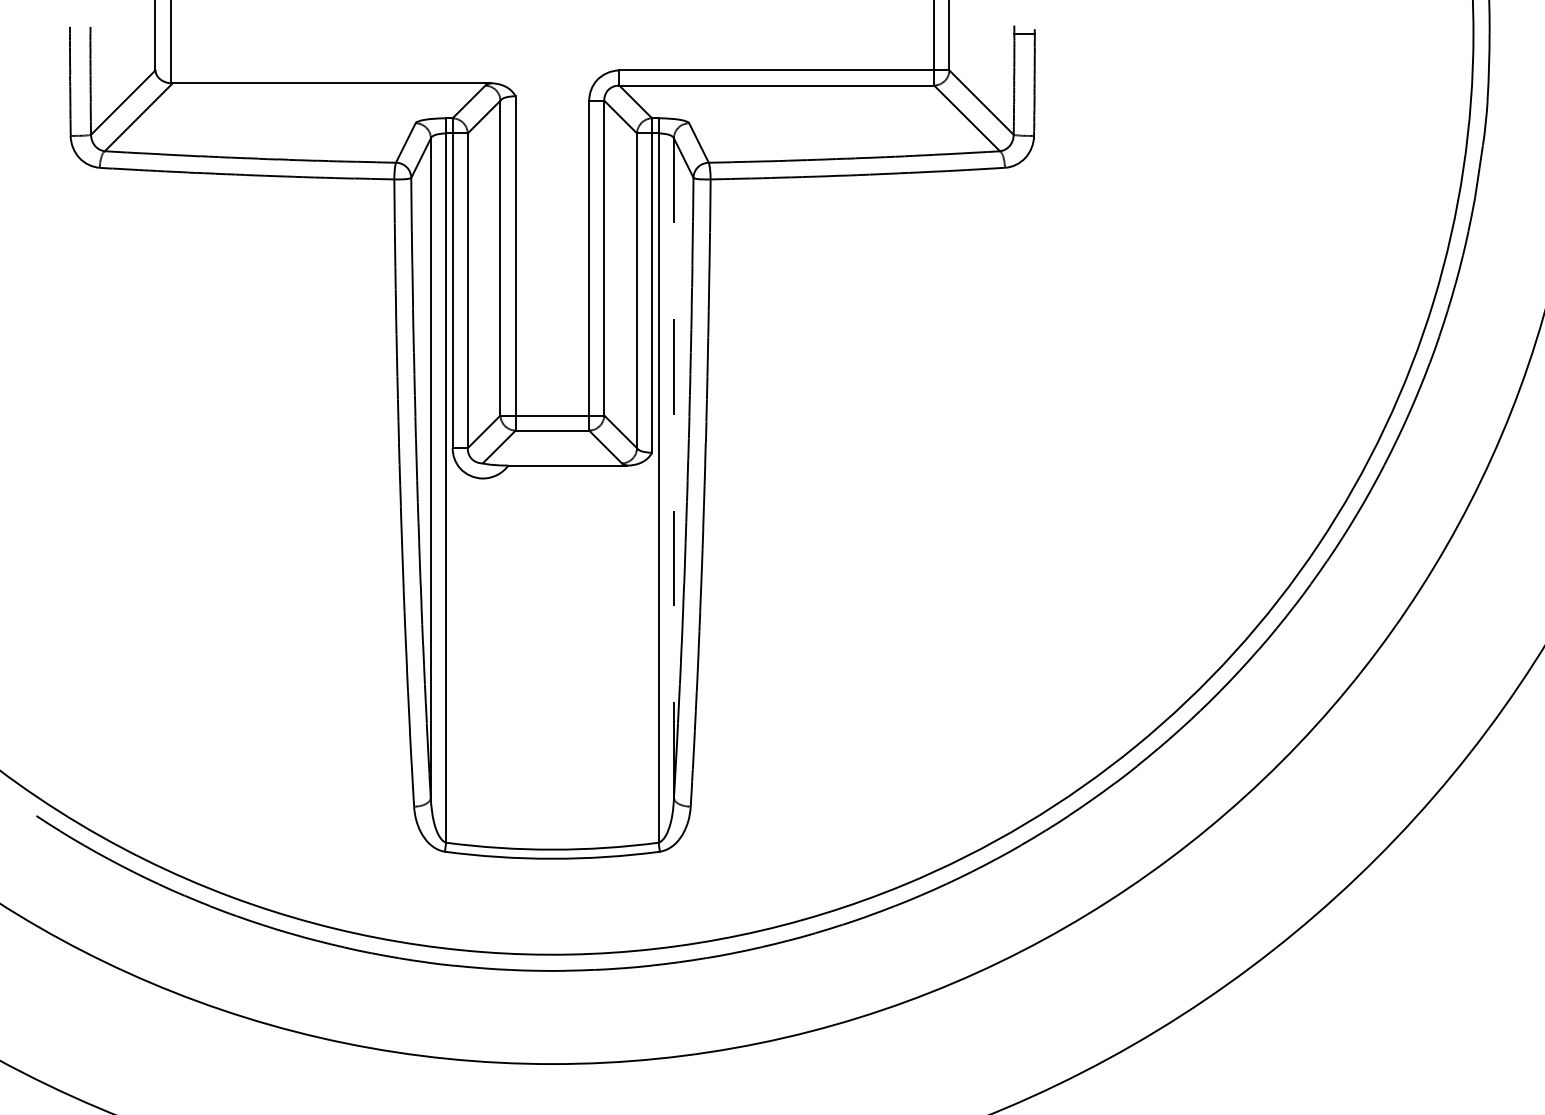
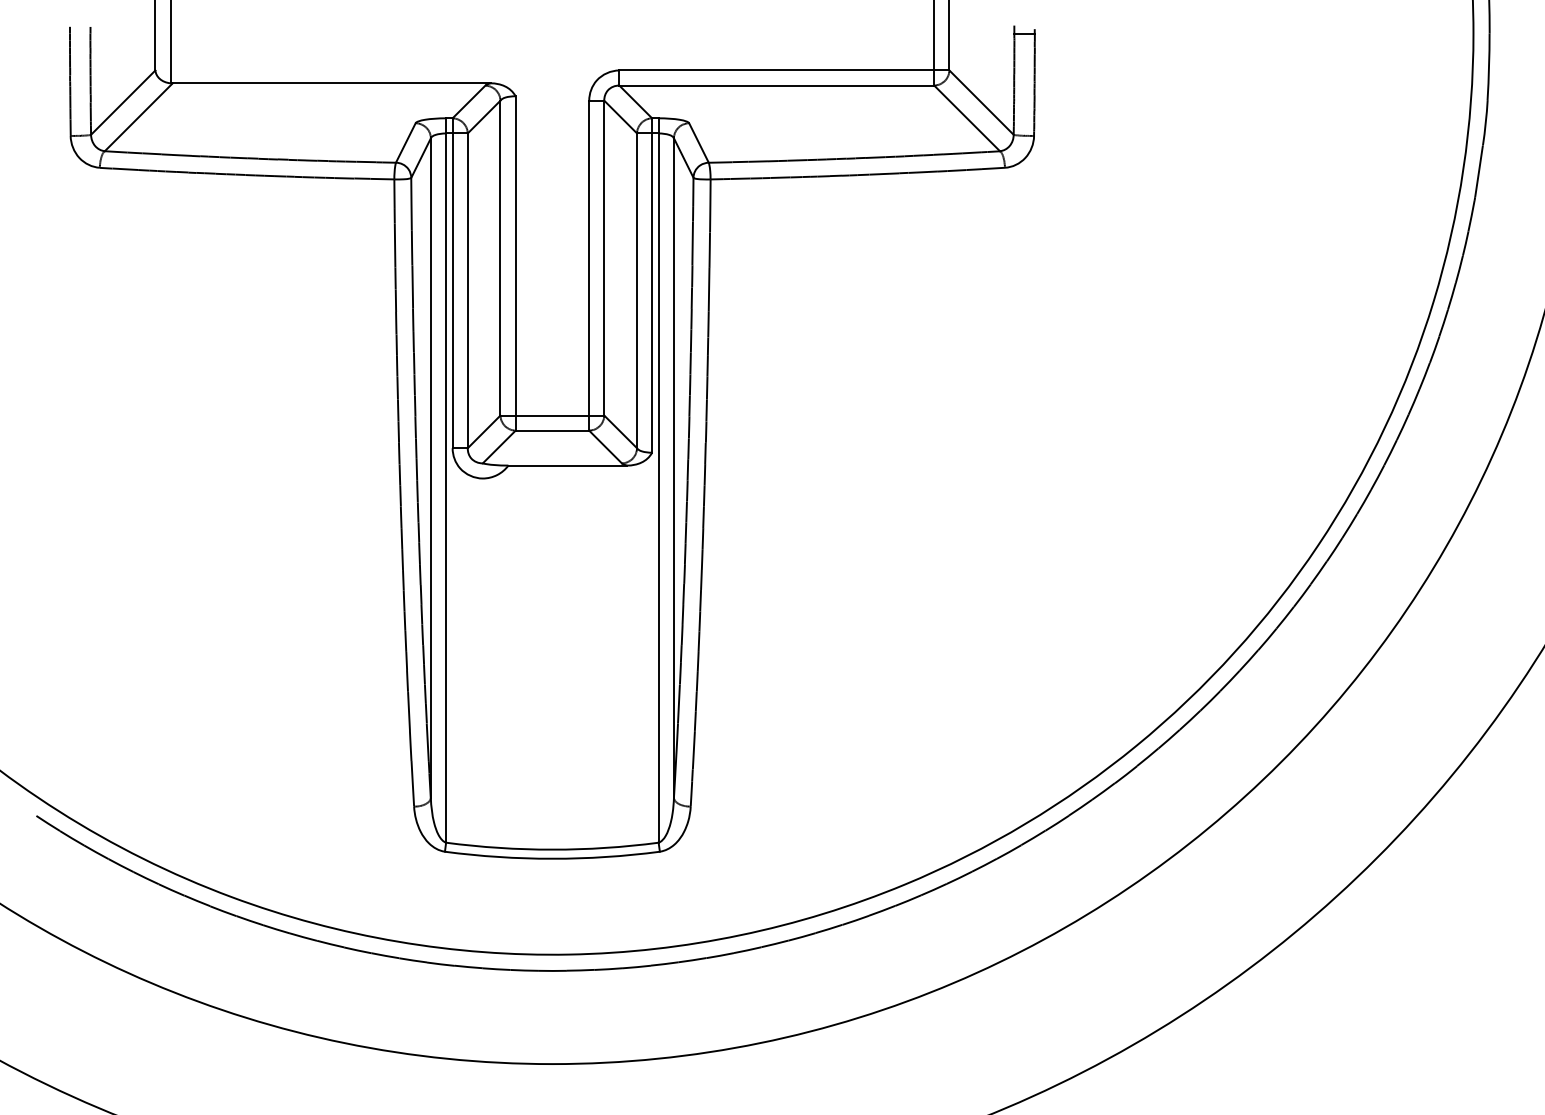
line at (673, 468): dashed -> solid
